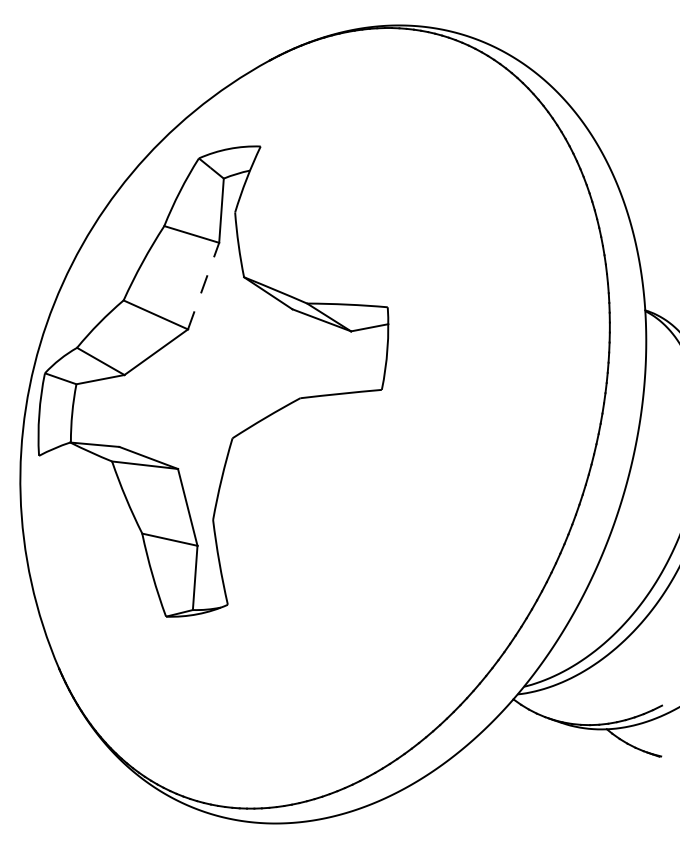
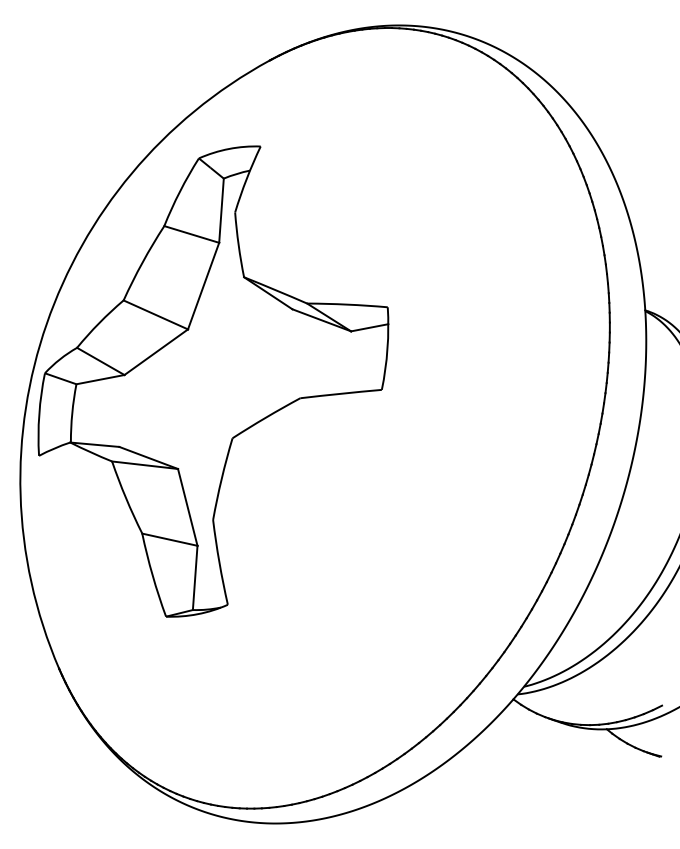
line at (203, 285): dashed -> solid
